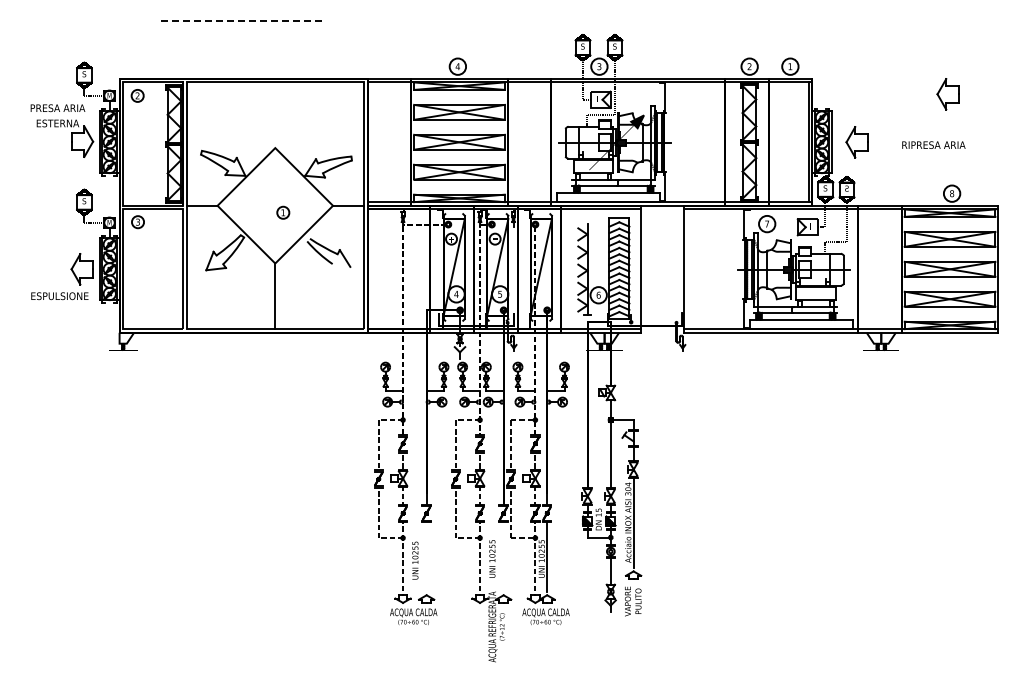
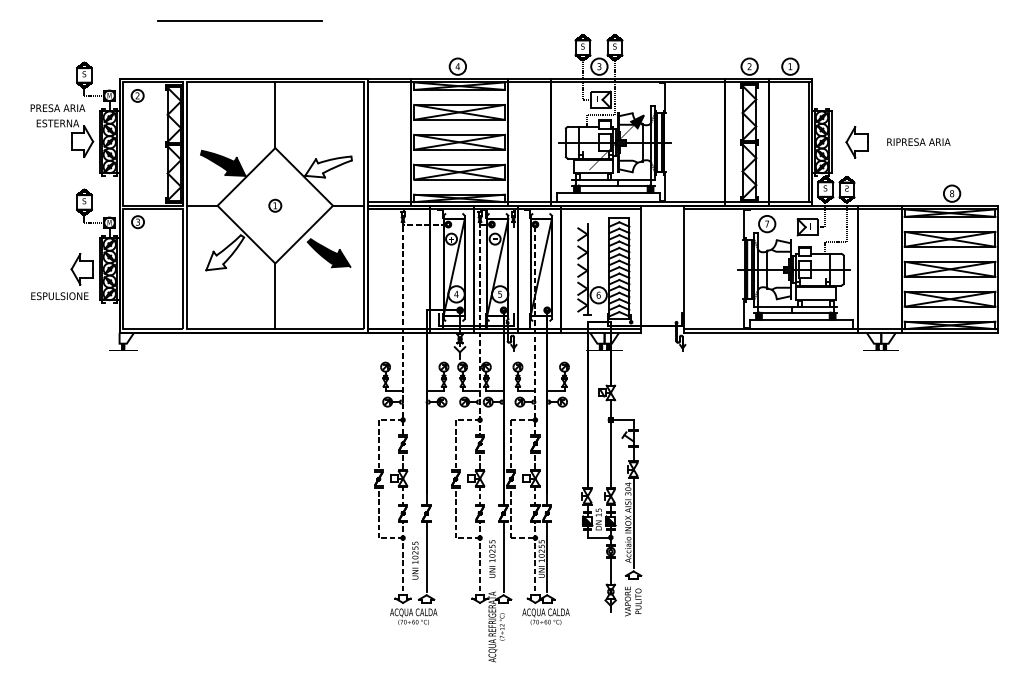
line at (239, 20): dashed -> solid
part at (947, 94): present -> none
line at (275, 115): none -> present
text at (933, 144) position: (933, 144) -> (918, 141)
fill at (223, 162): none -> present
part at (283, 212) position: (283, 212) -> (275, 205)
fill at (328, 253): none -> present
line at (426, 557): none -> present
line at (503, 557): none -> present
